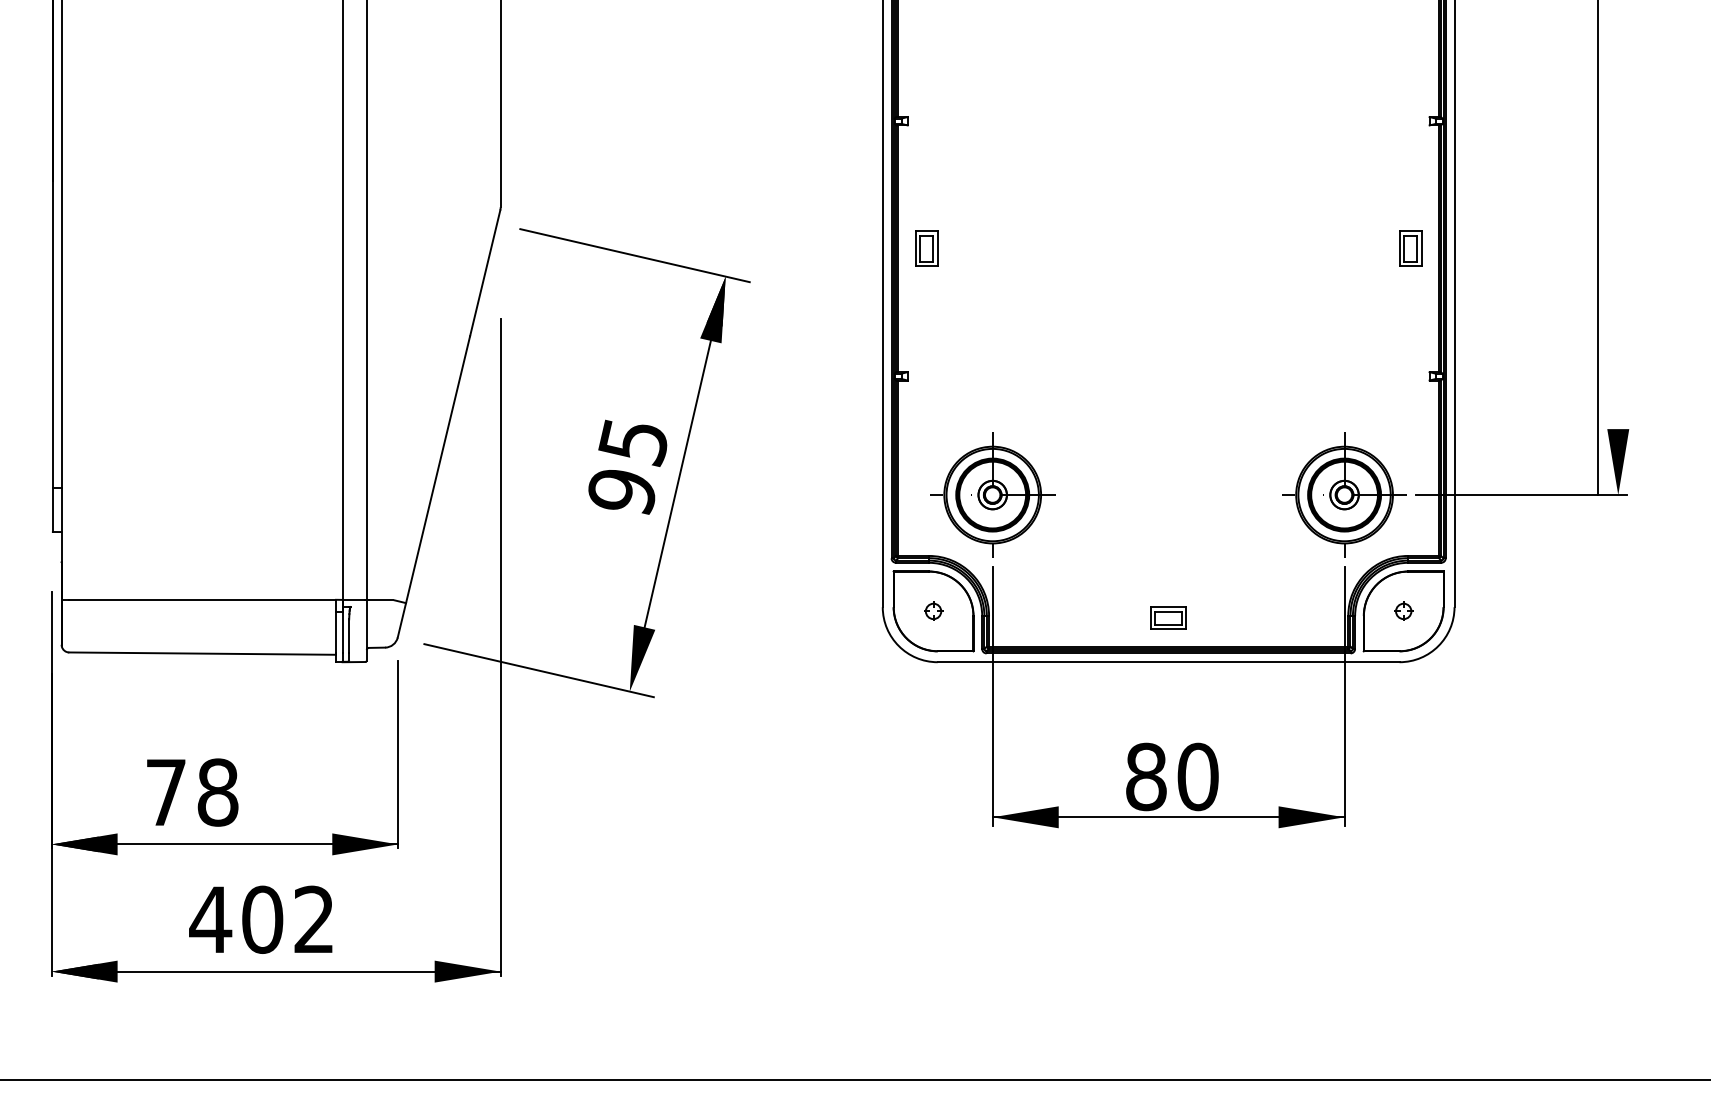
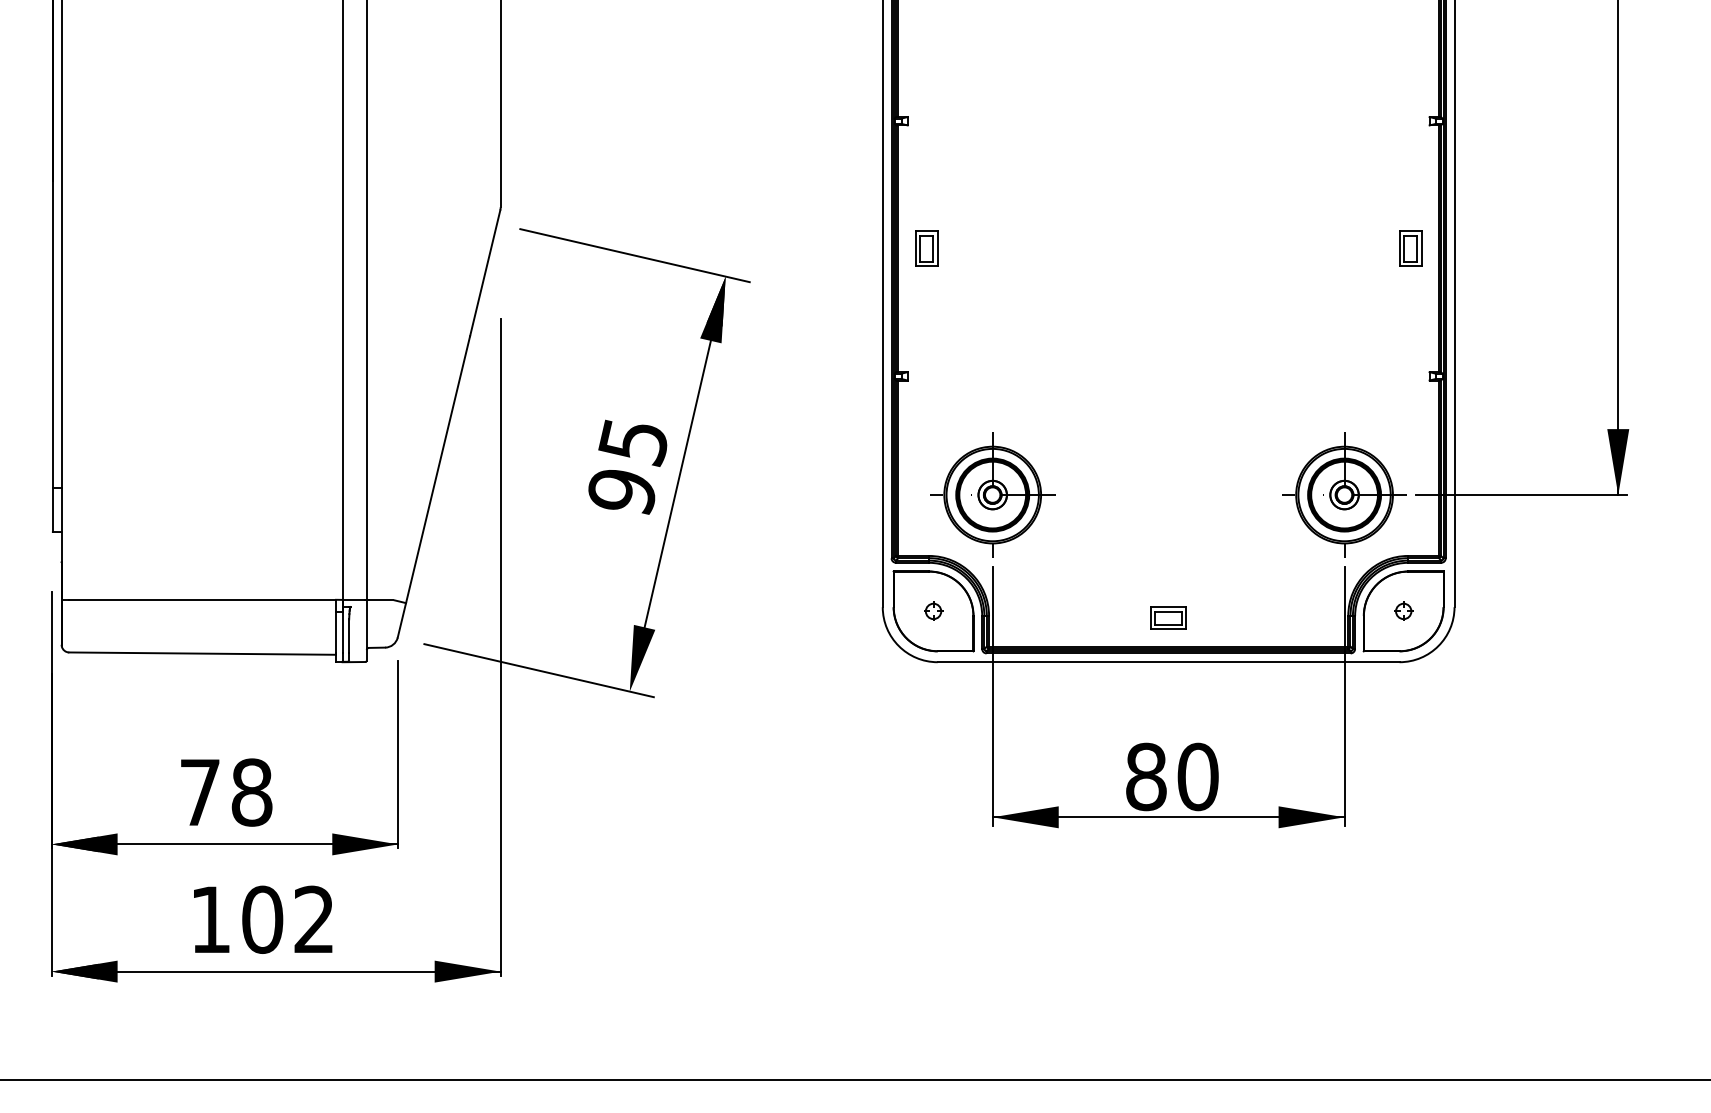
line at (1598, 248) position: (1598, 248) -> (1618, 248)
text at (192, 792) position: (192, 792) -> (226, 792)
text at (210, 919): 402 -> 102
